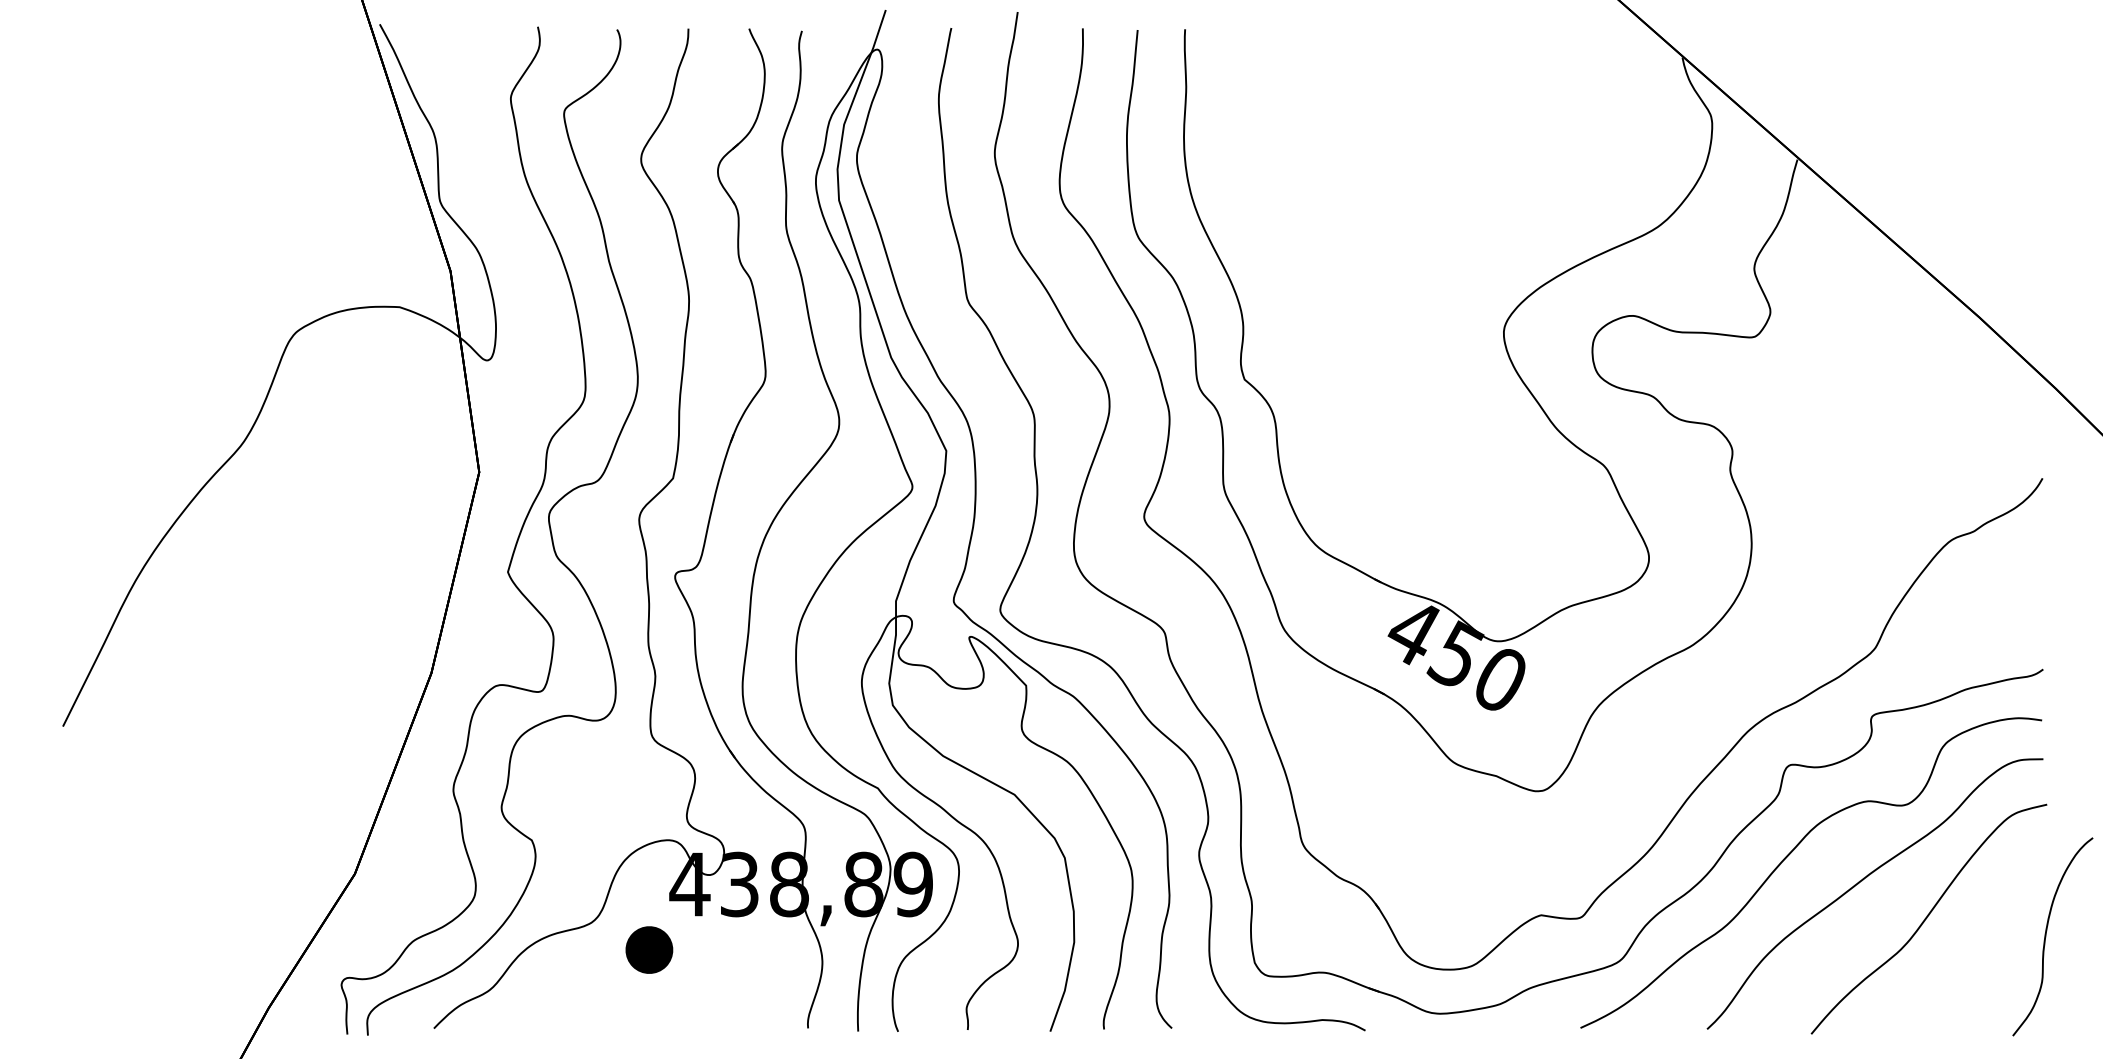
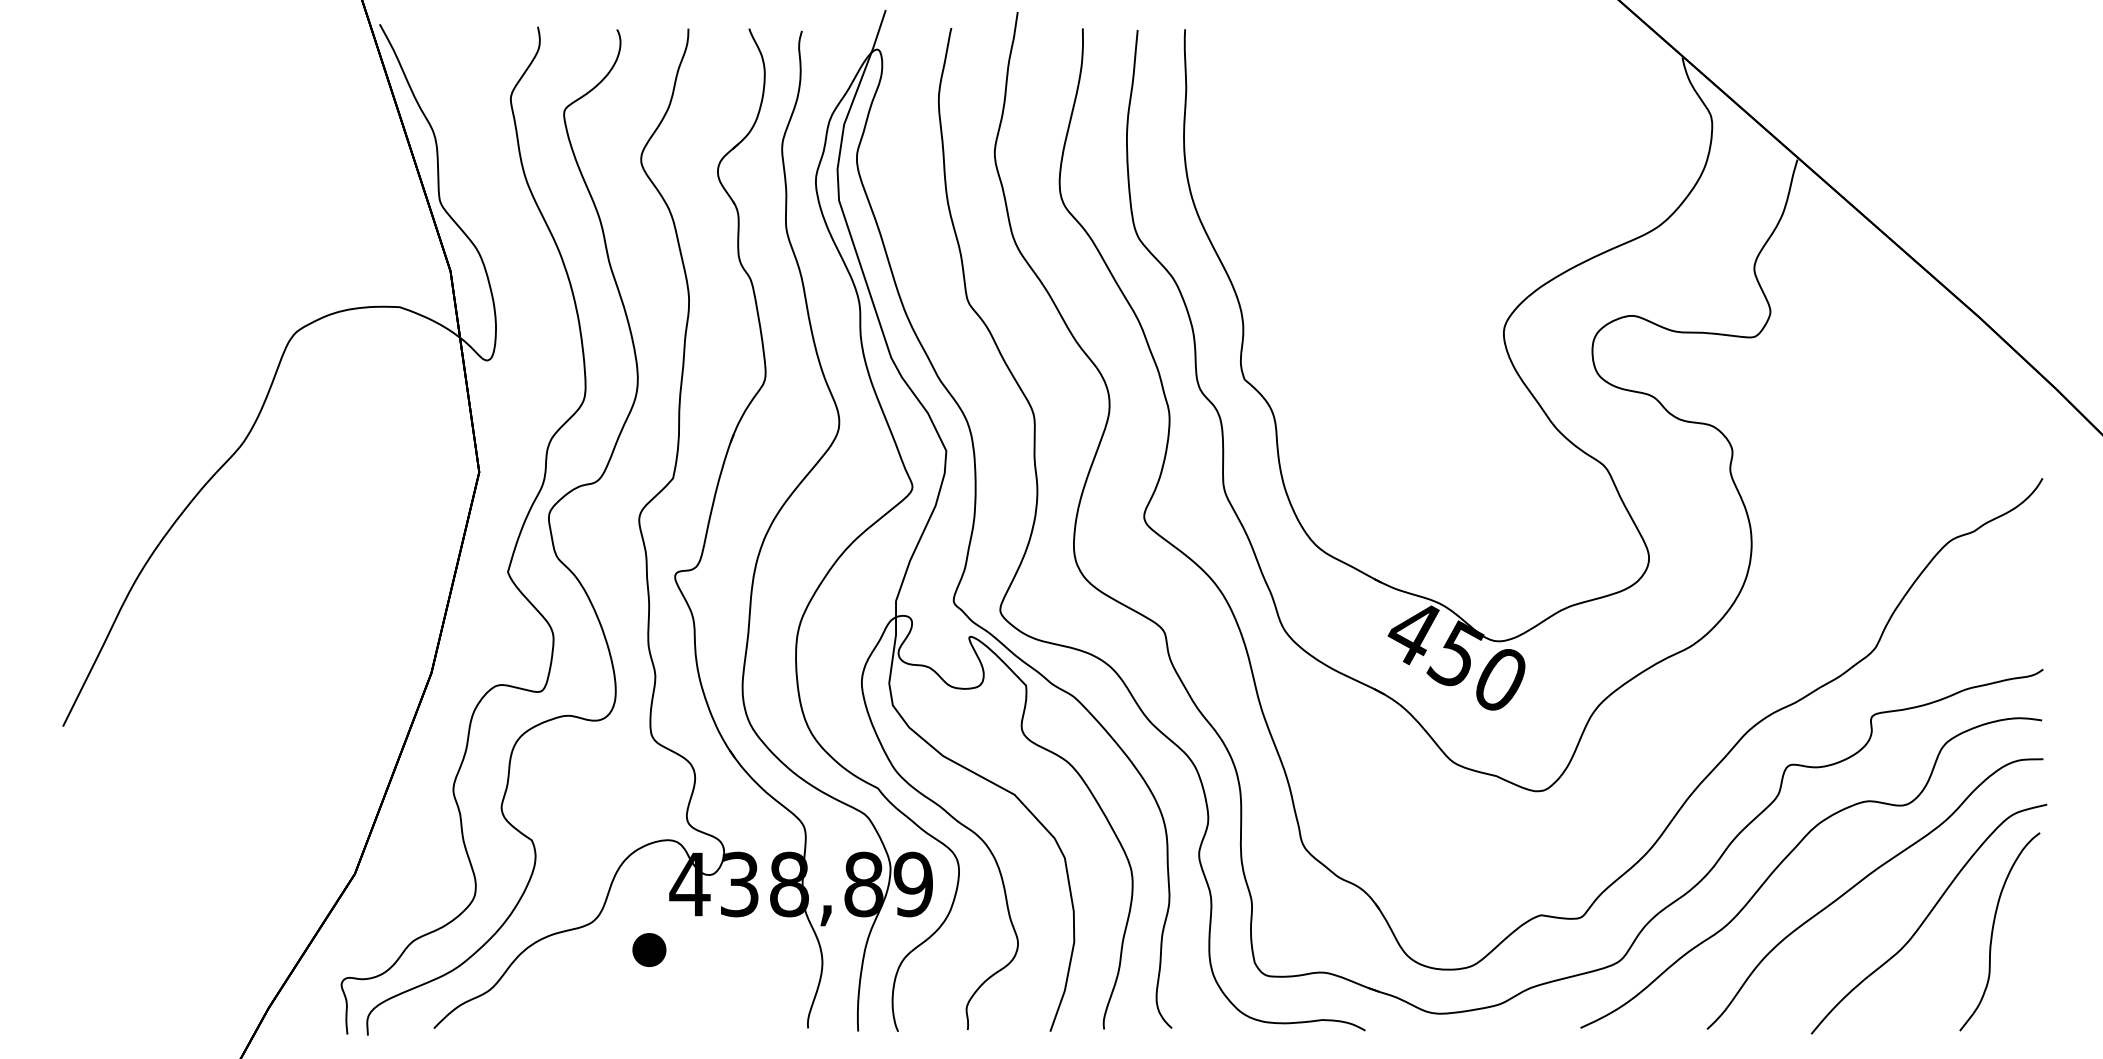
curve at (2046, 936) position: (2046, 936) -> (1993, 931)
part at (649, 949) size: 49x48 px -> 35x34 px
